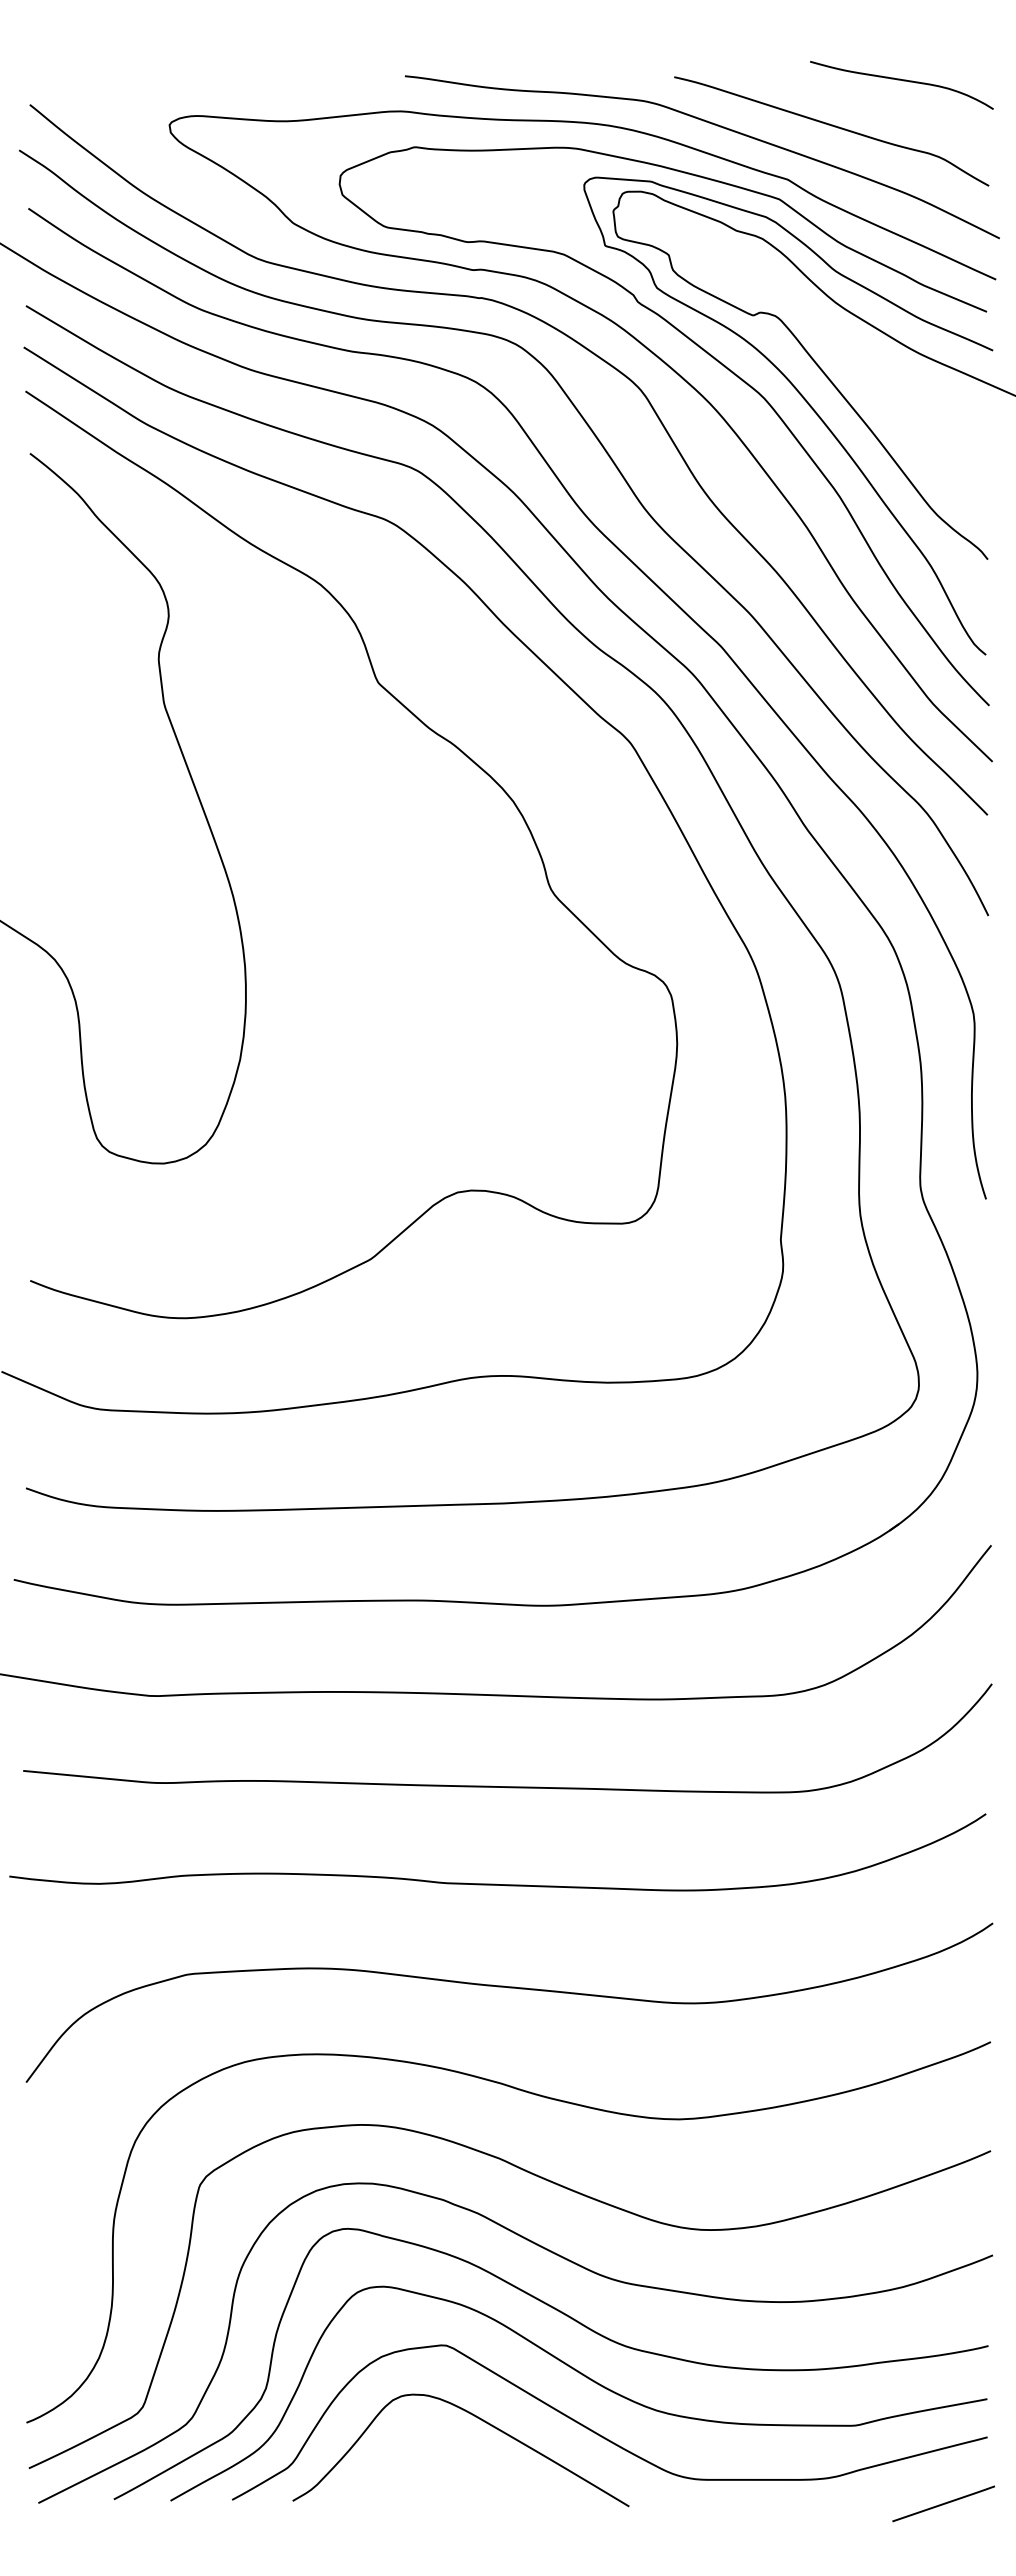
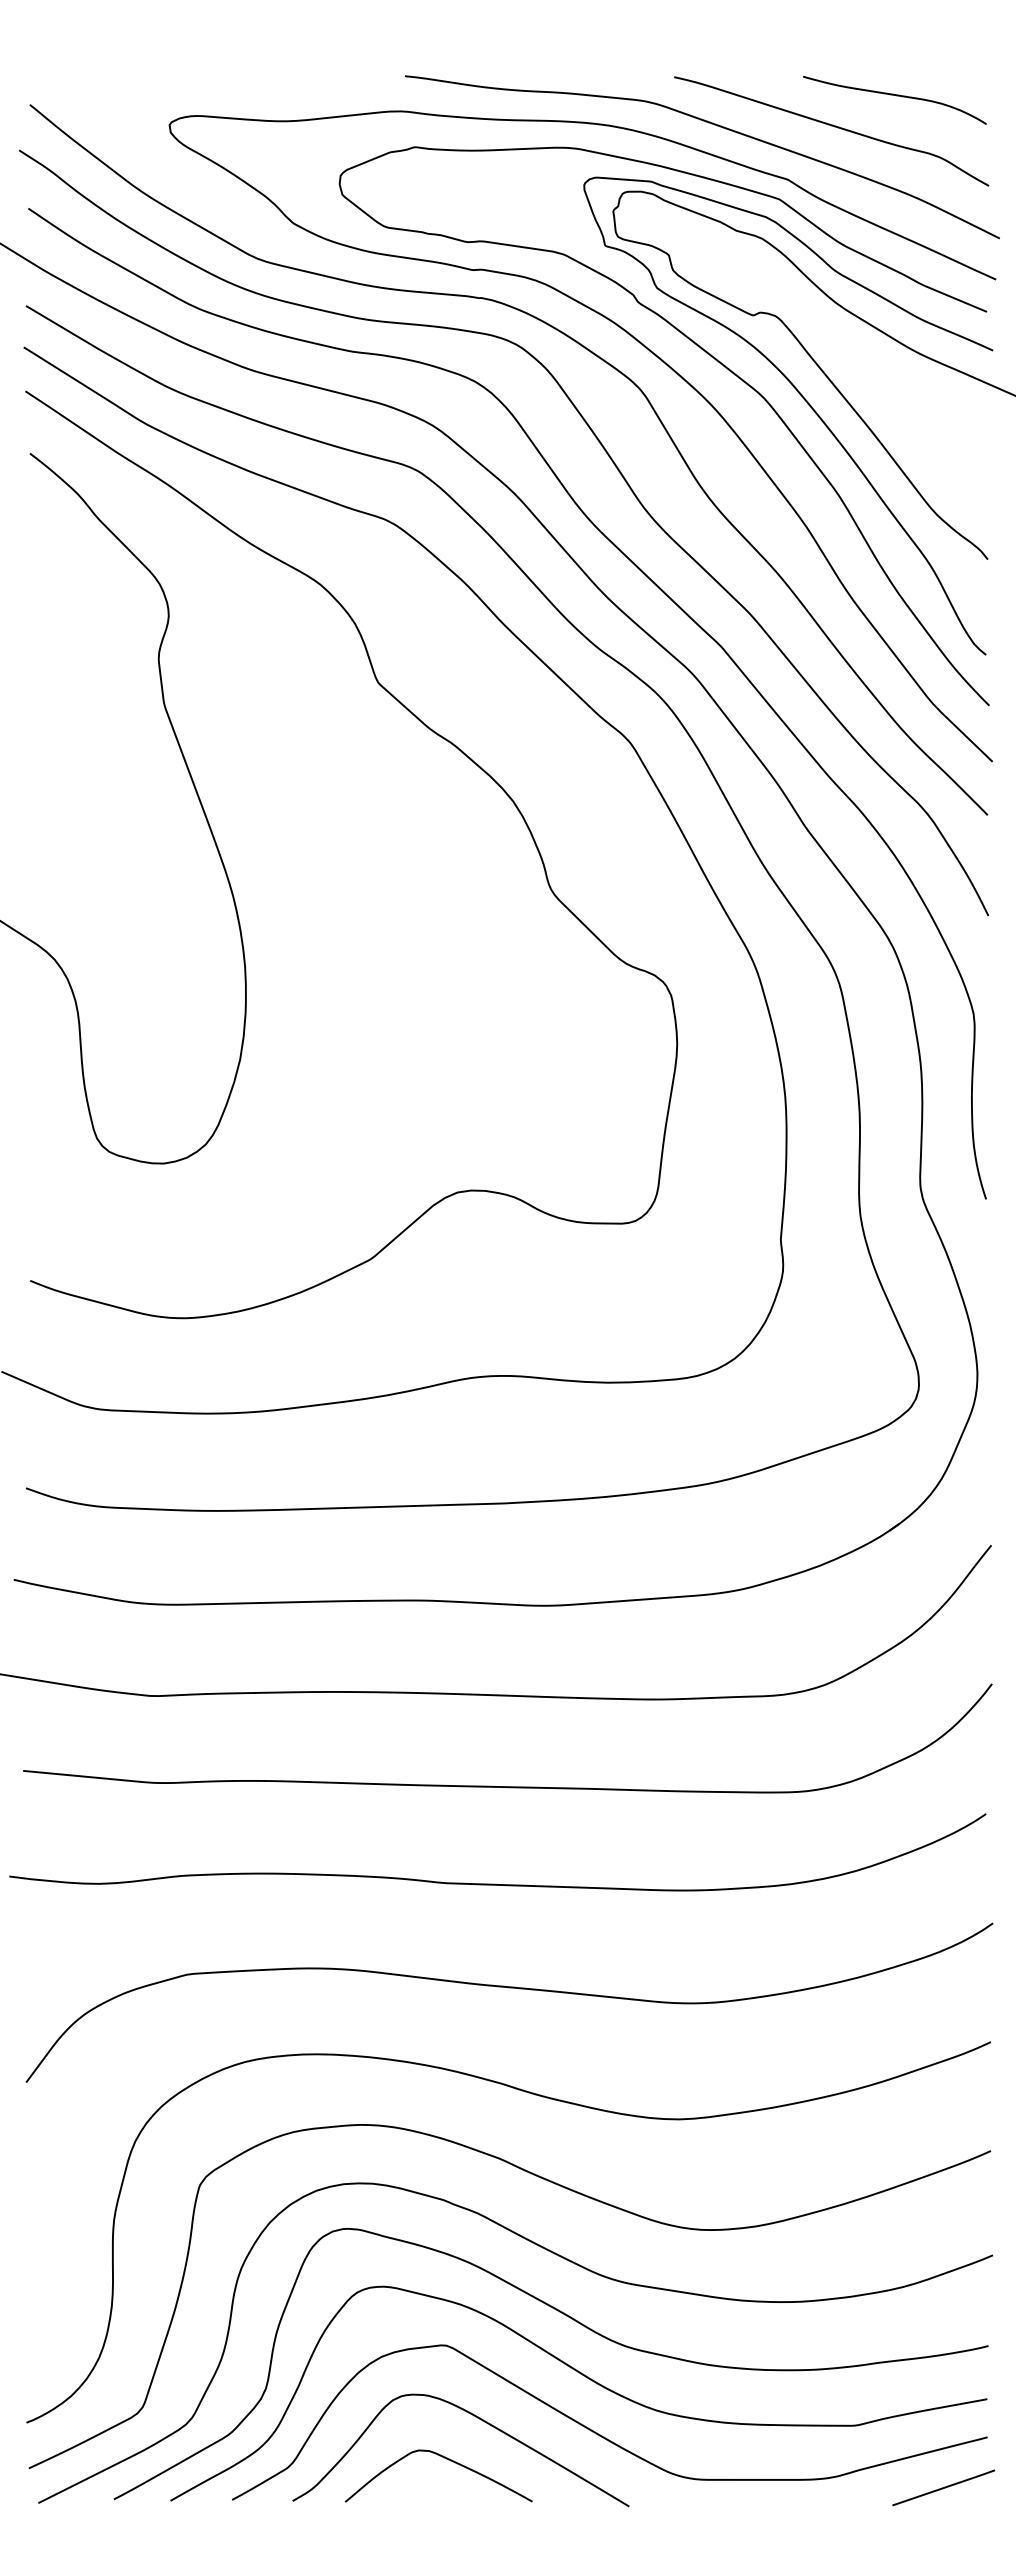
curve at (903, 81) position: (903, 81) -> (896, 96)
curve at (446, 2459): none -> present
line at (943, 2503) position: (943, 2503) -> (943, 2487)
